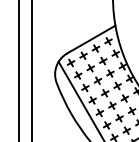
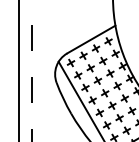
line at (31, 71): solid -> dashed
